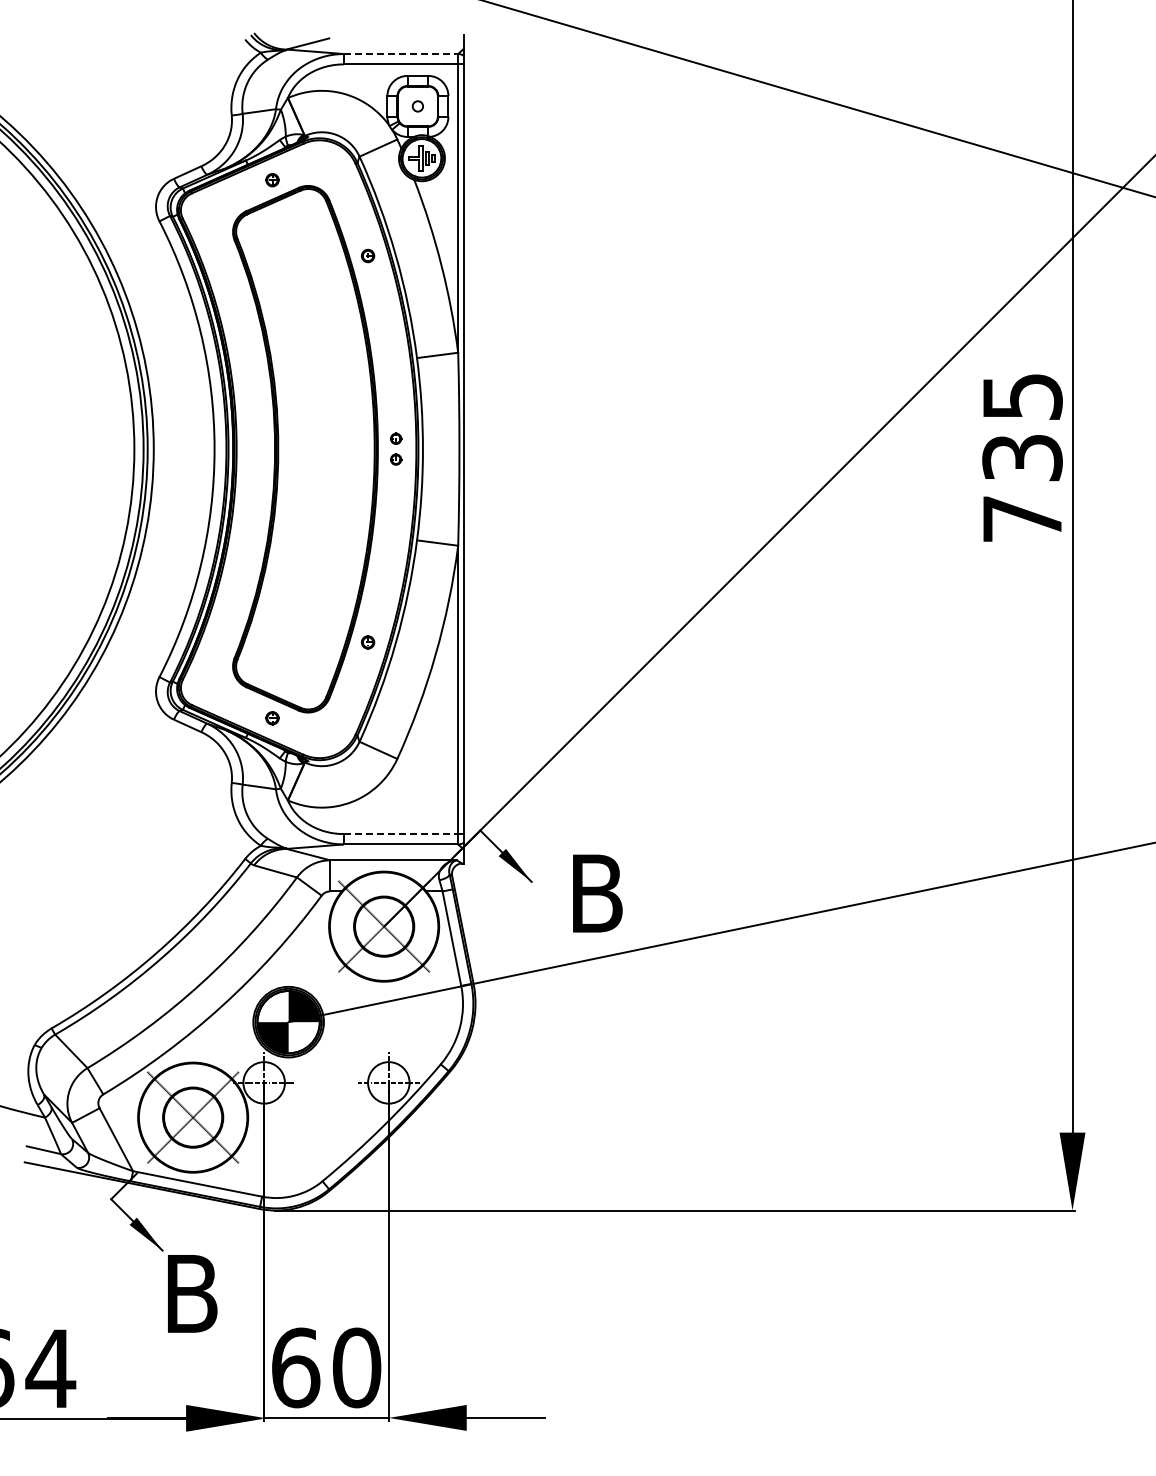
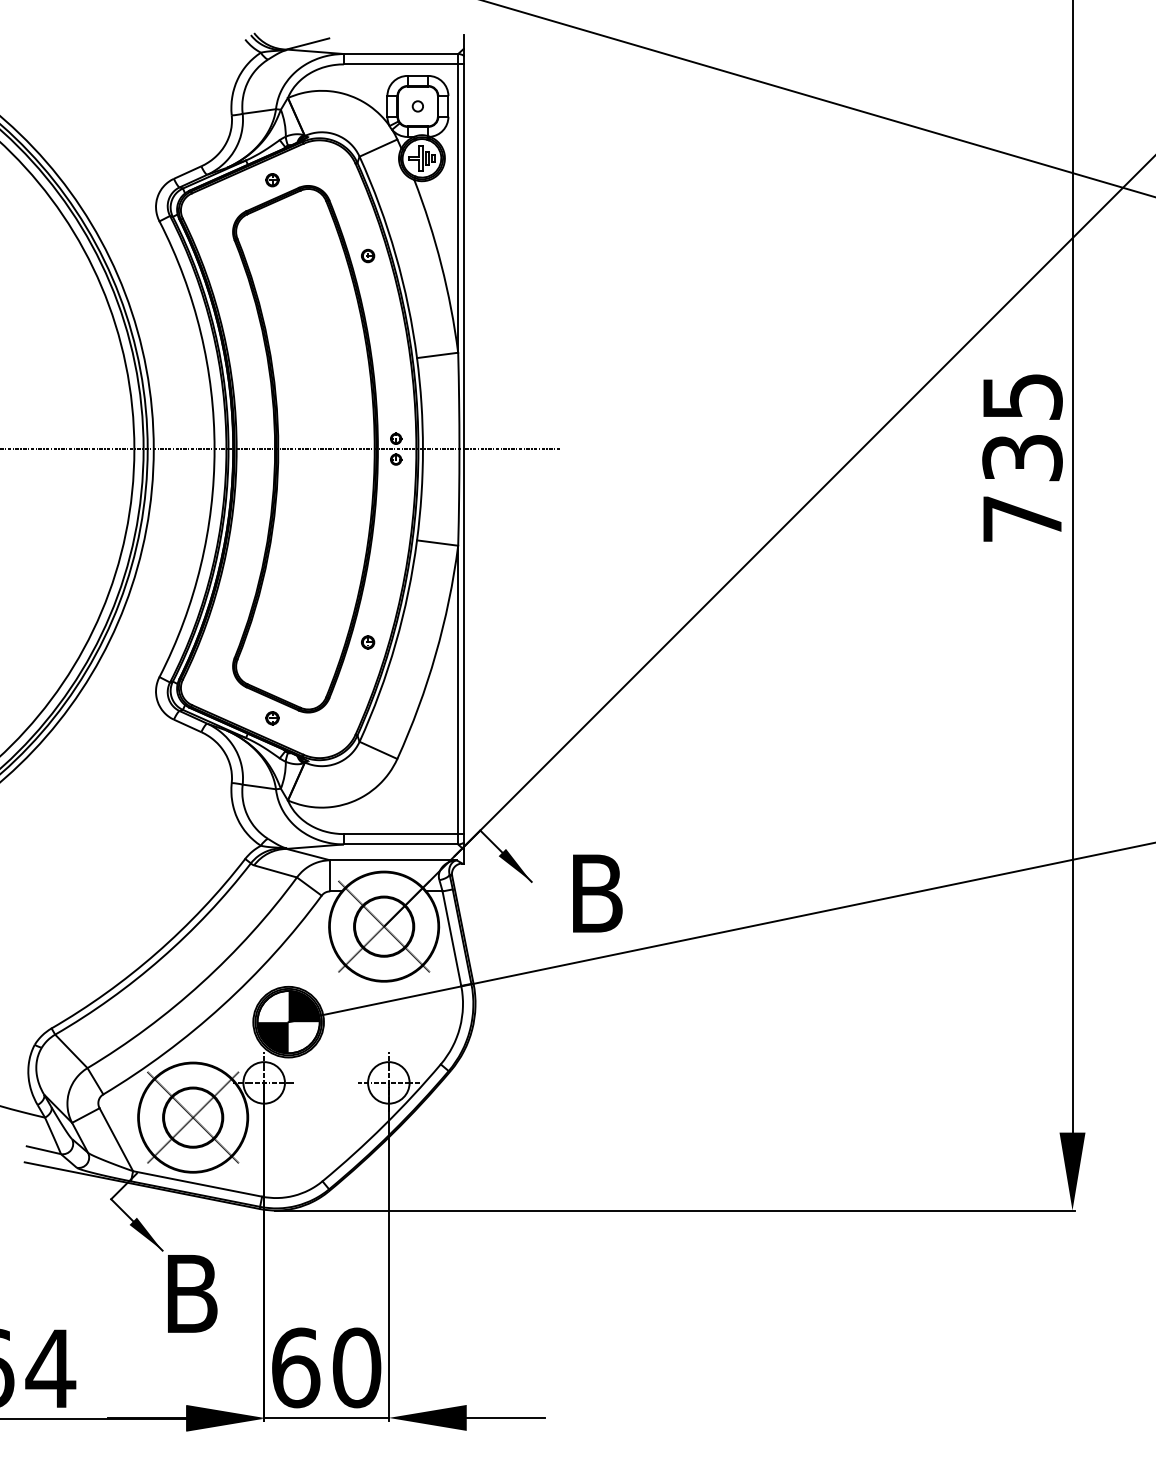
line at (401, 54): dashed -> solid
line at (281, 449): none -> present
line at (401, 834): dashed -> solid
